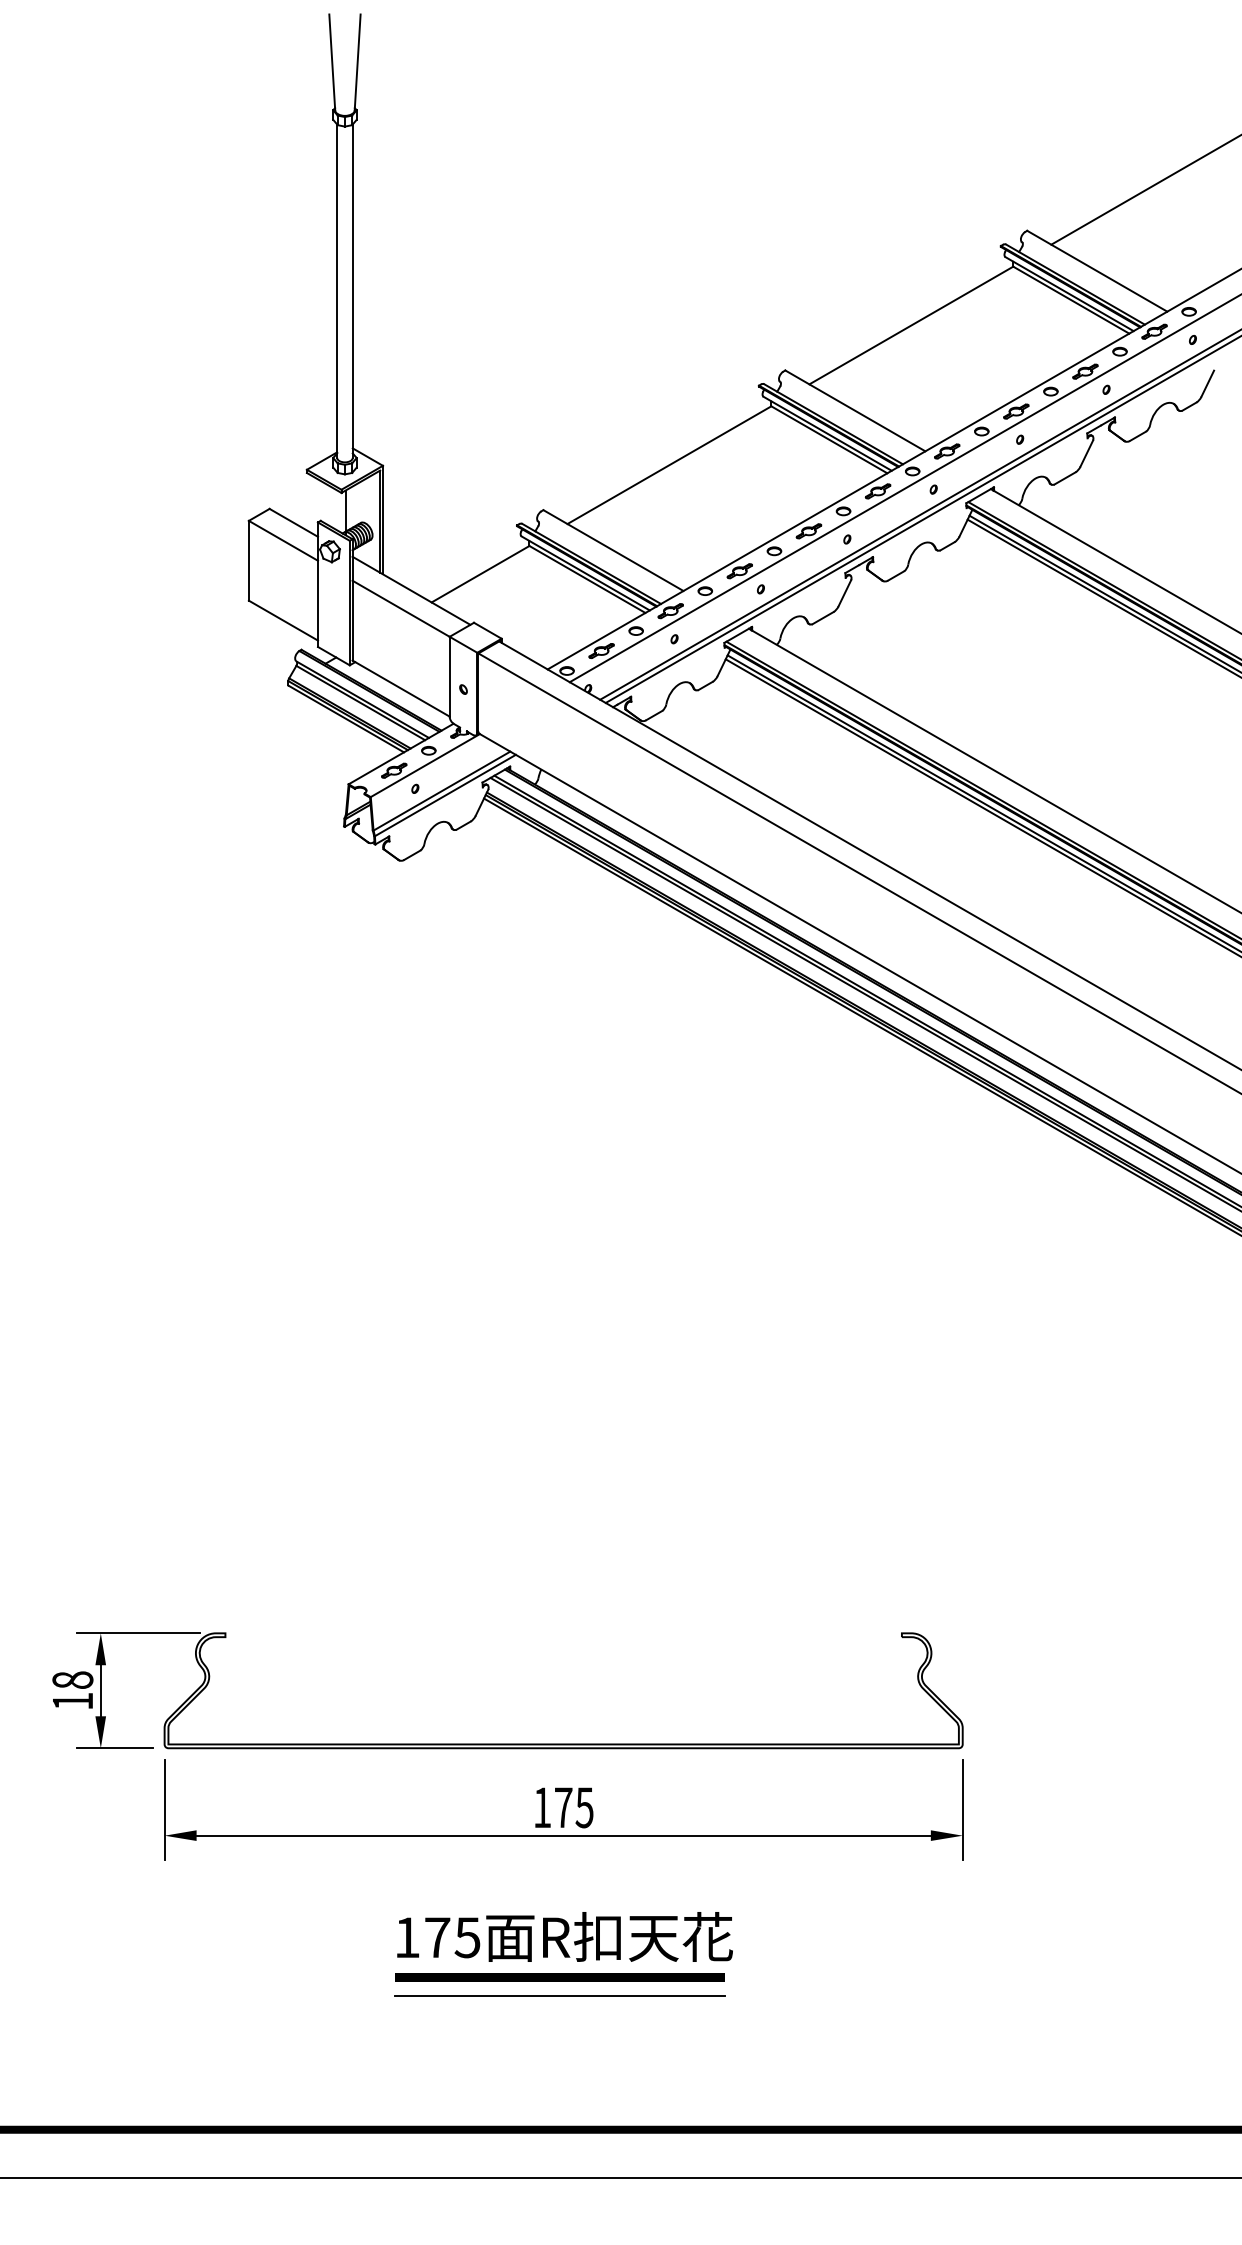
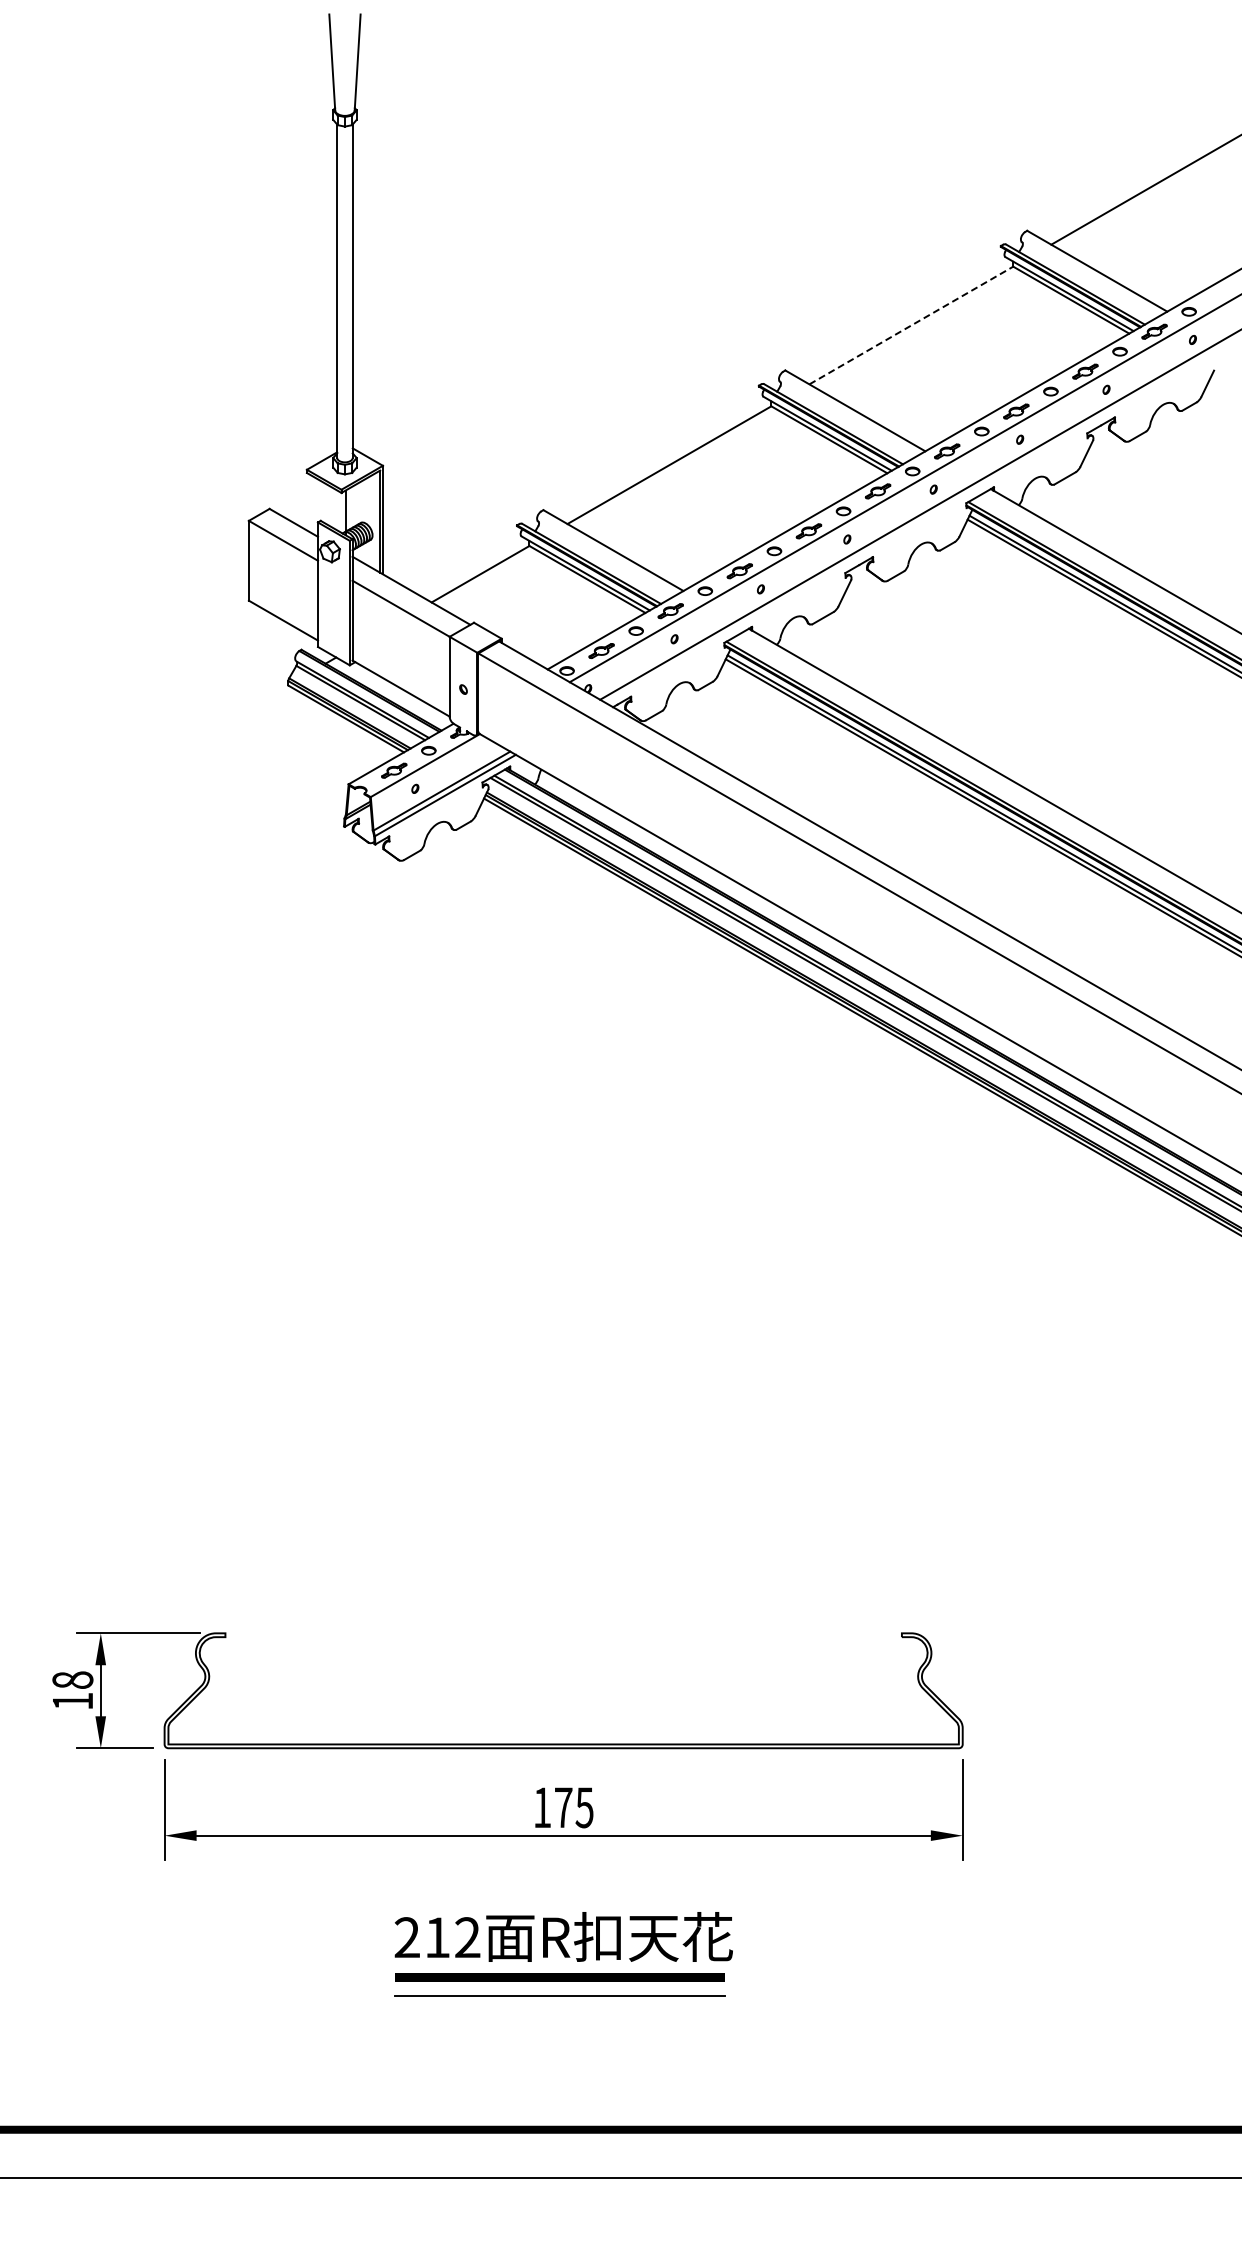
line at (911, 325): solid -> dashed
line at (921, 519): present -> none
text at (437, 1937): 175 -> 212
